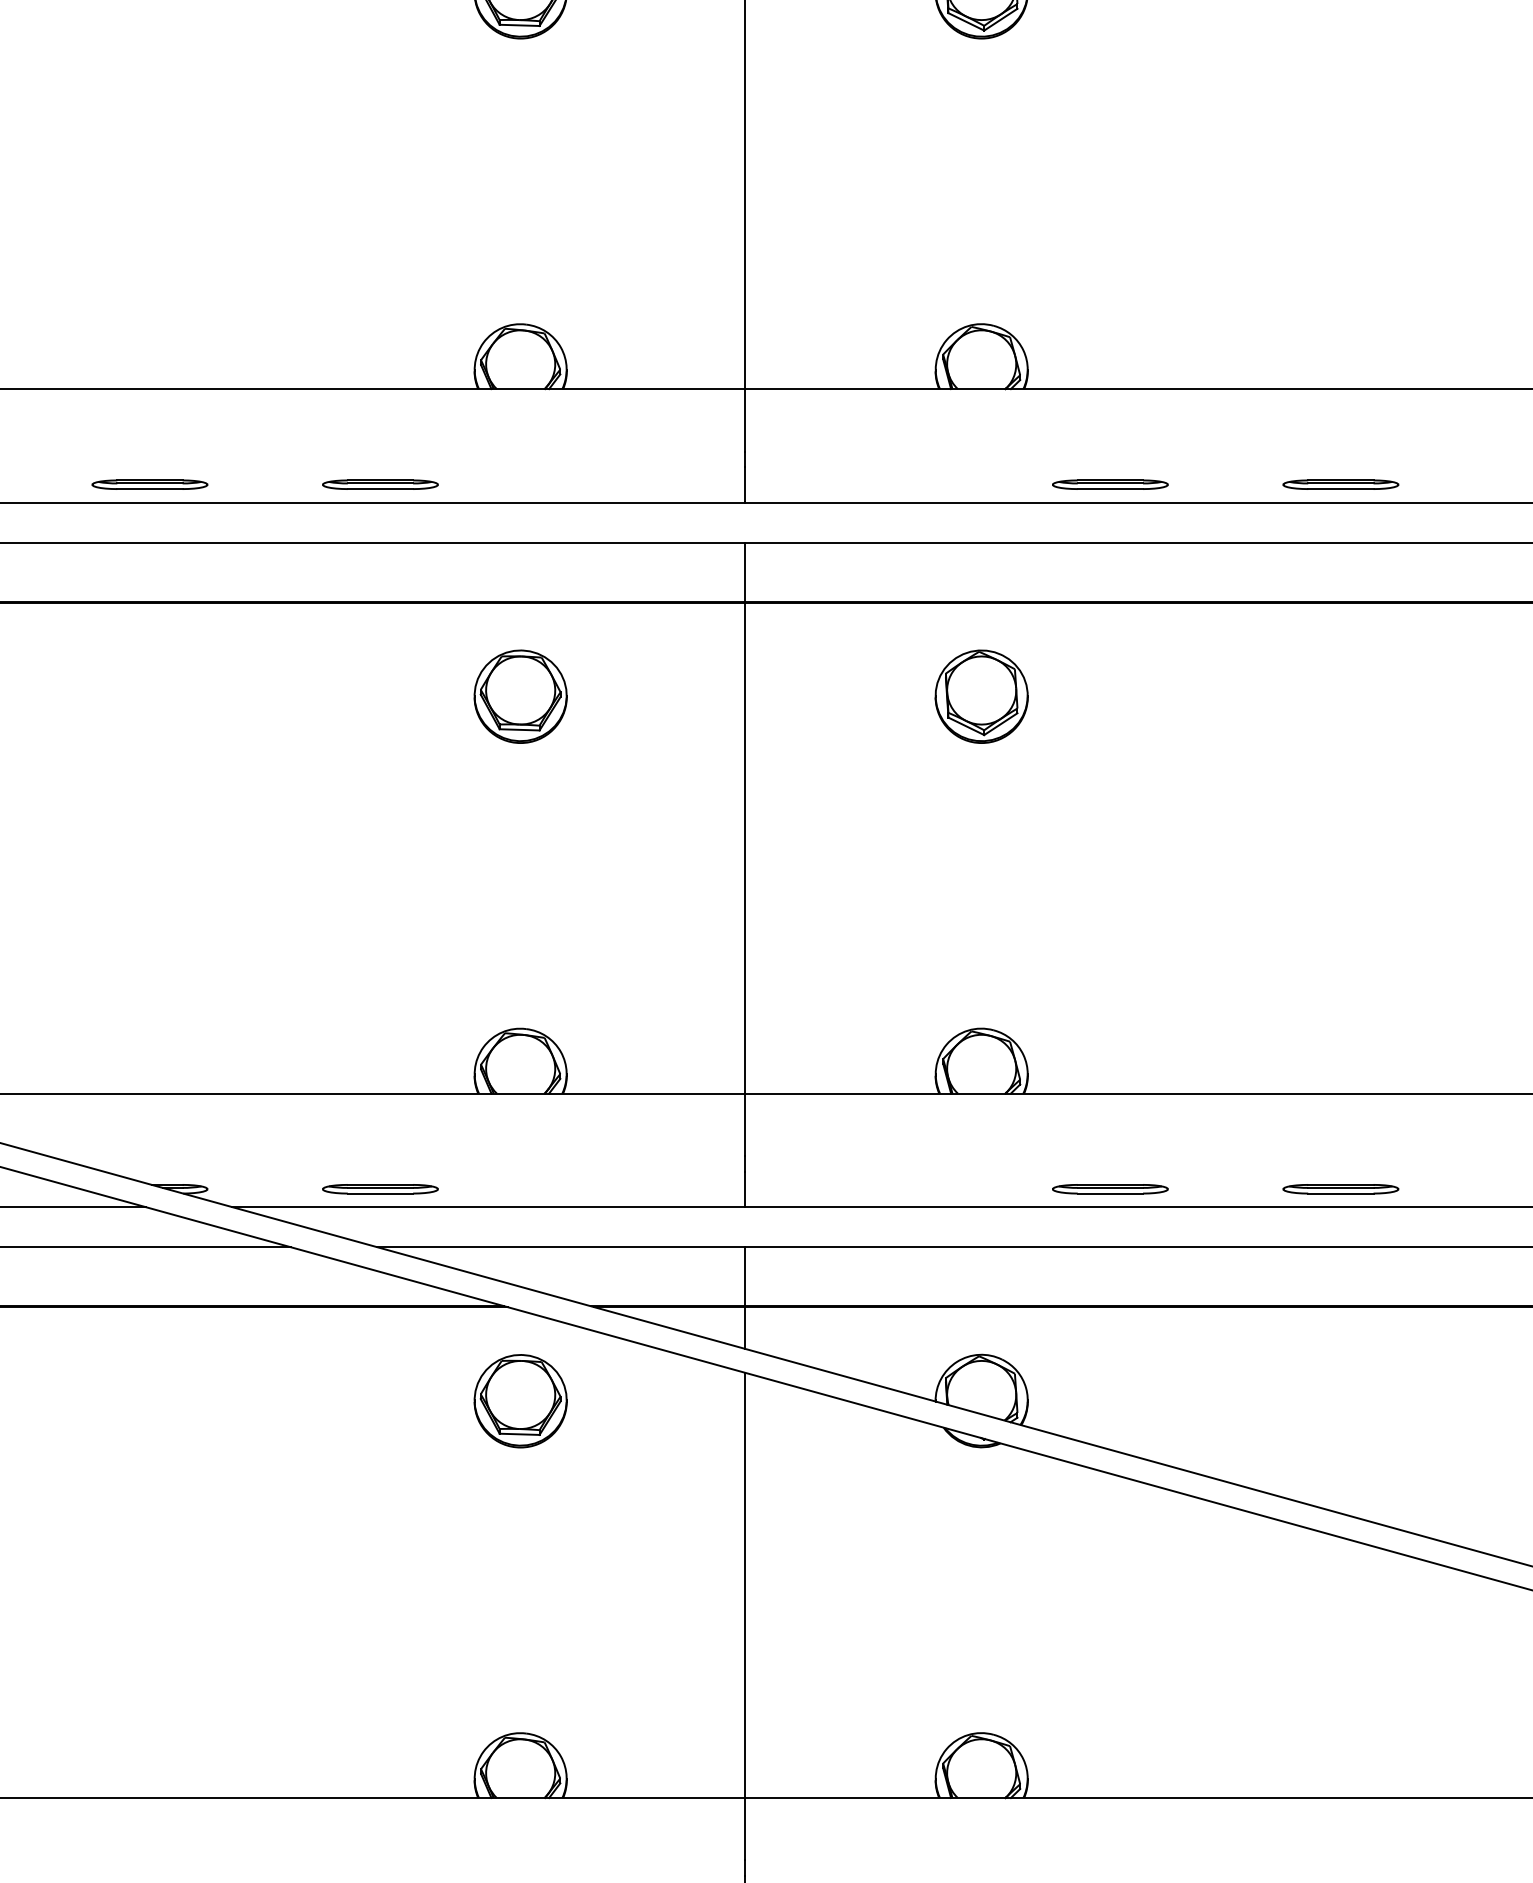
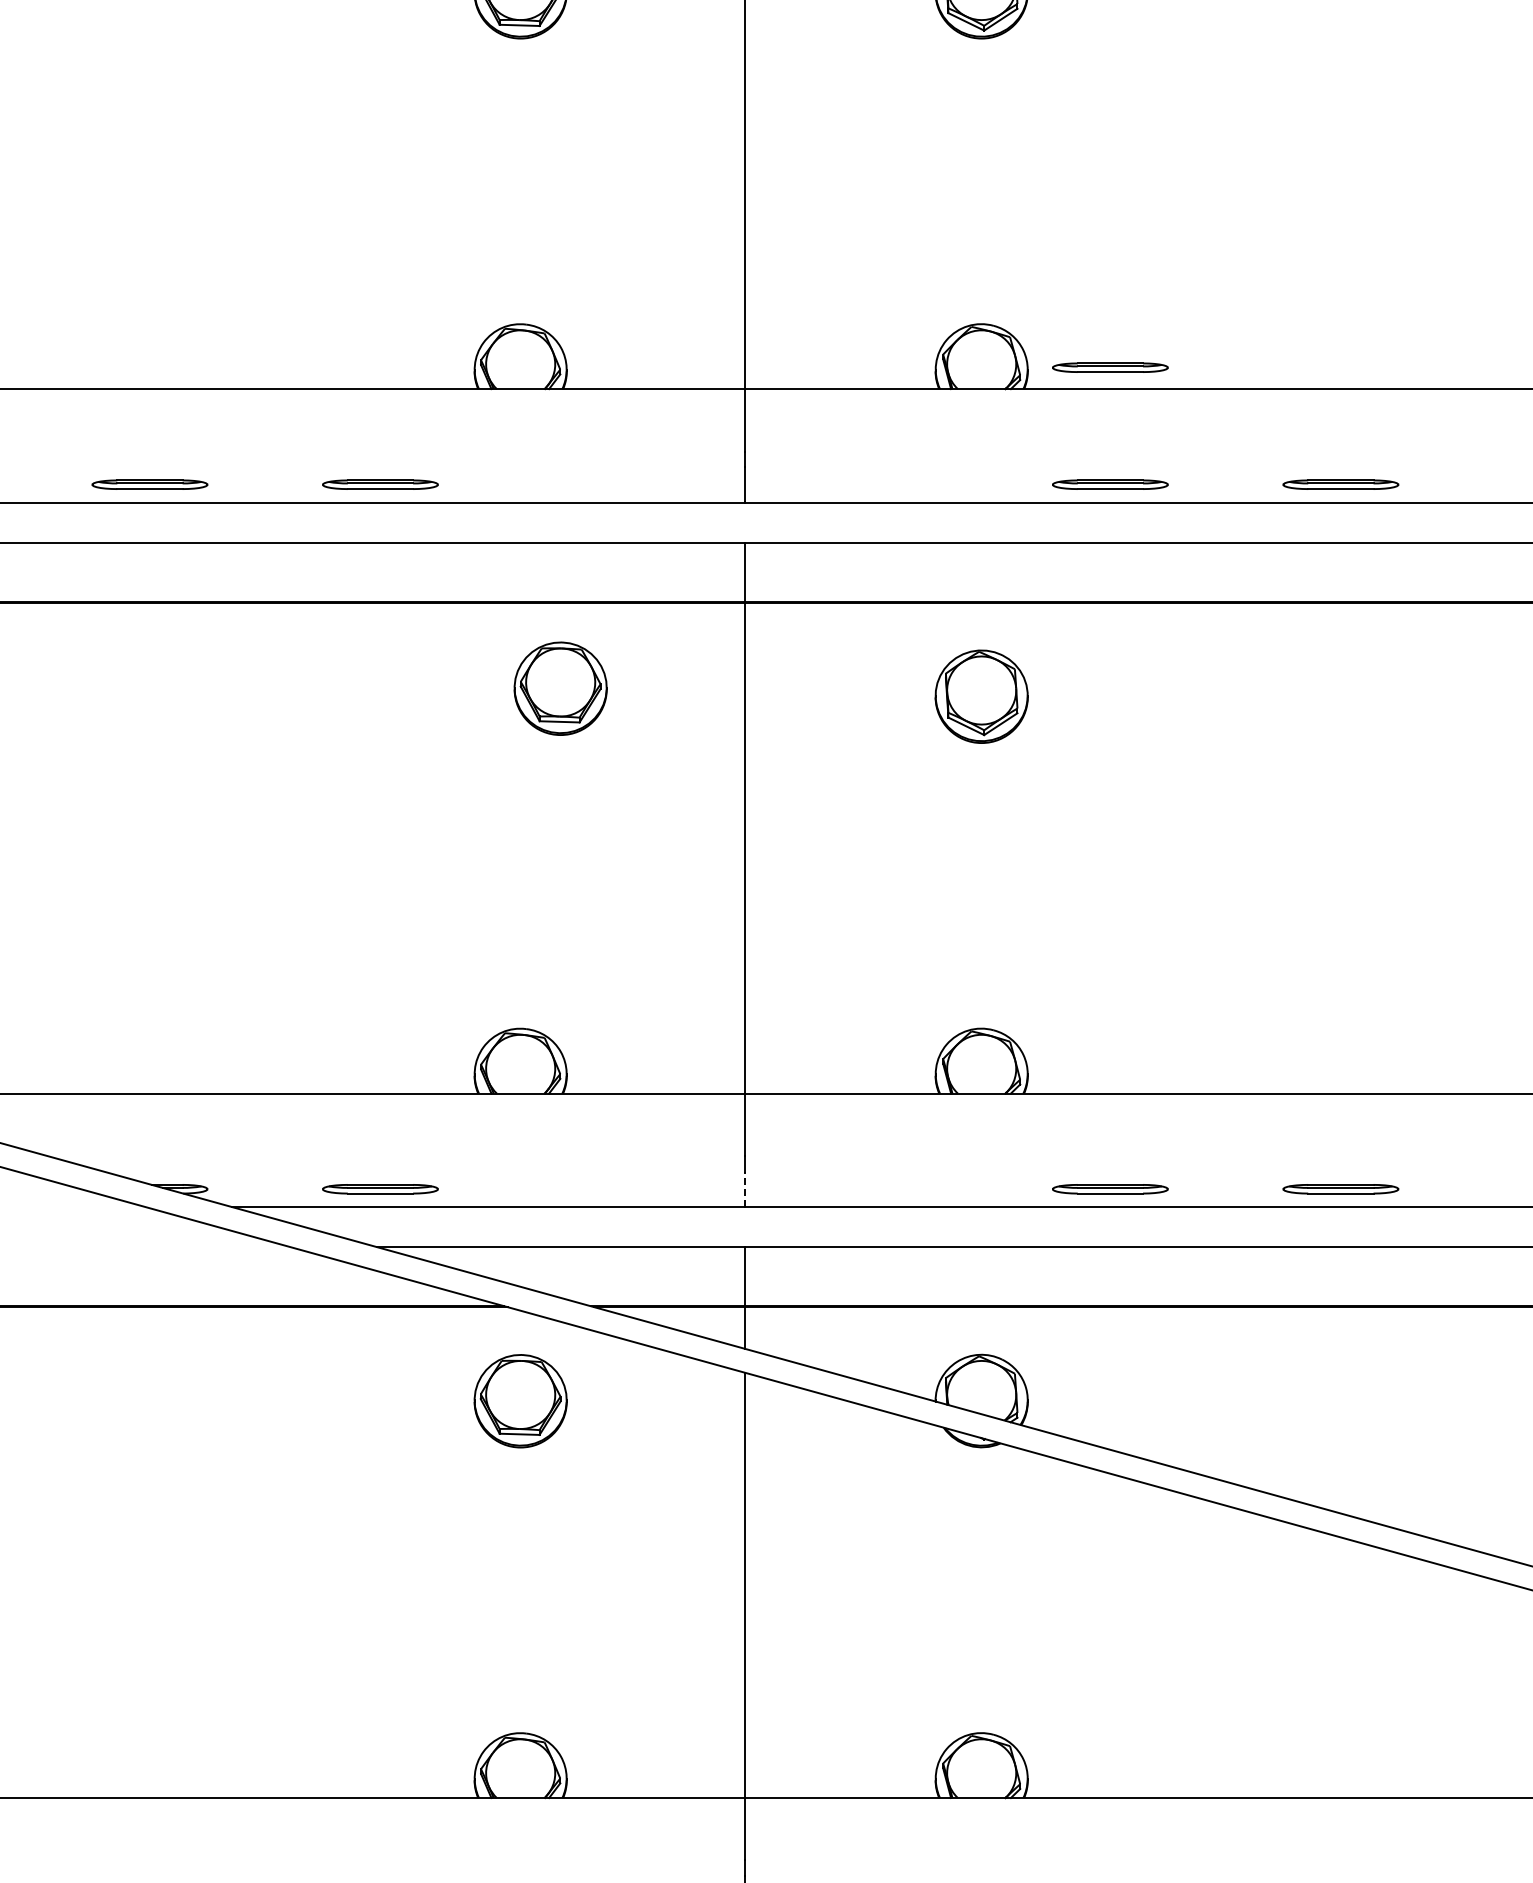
part at (1110, 367): none -> present
part at (520, 696) position: (520, 696) -> (560, 688)
line at (745, 1189): solid -> dashed
line at (73, 1207): present -> none
line at (146, 1247): present -> none
